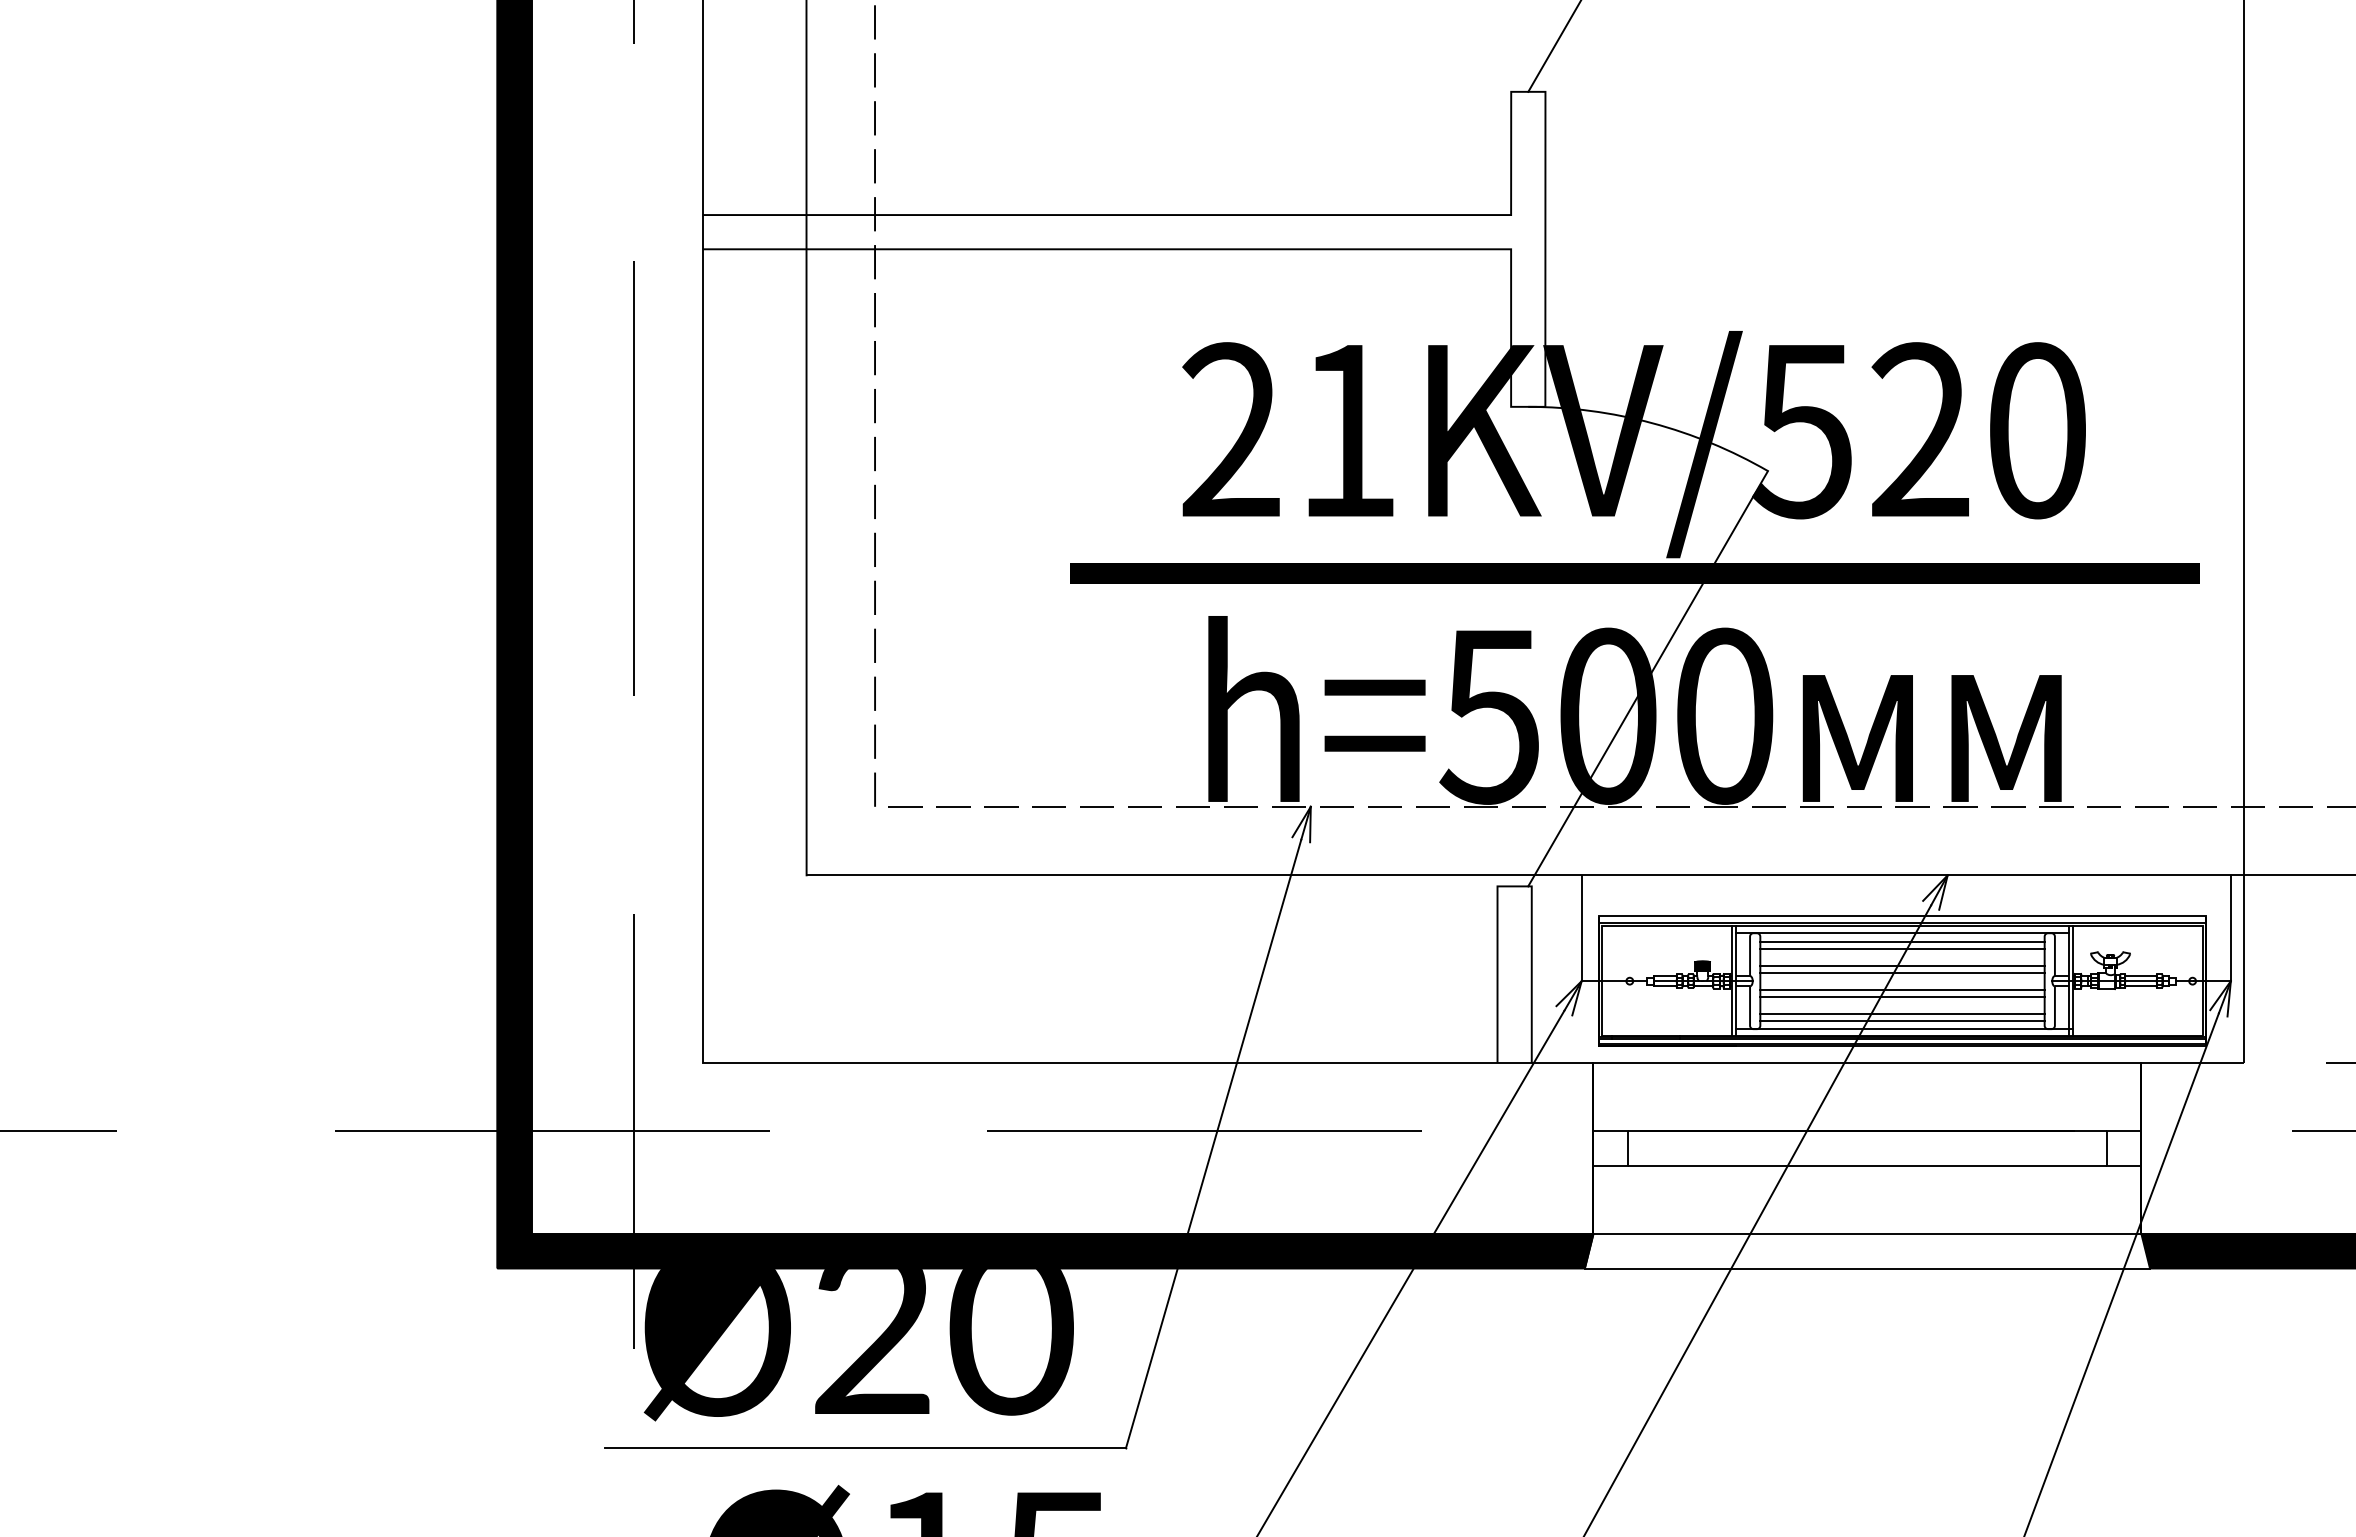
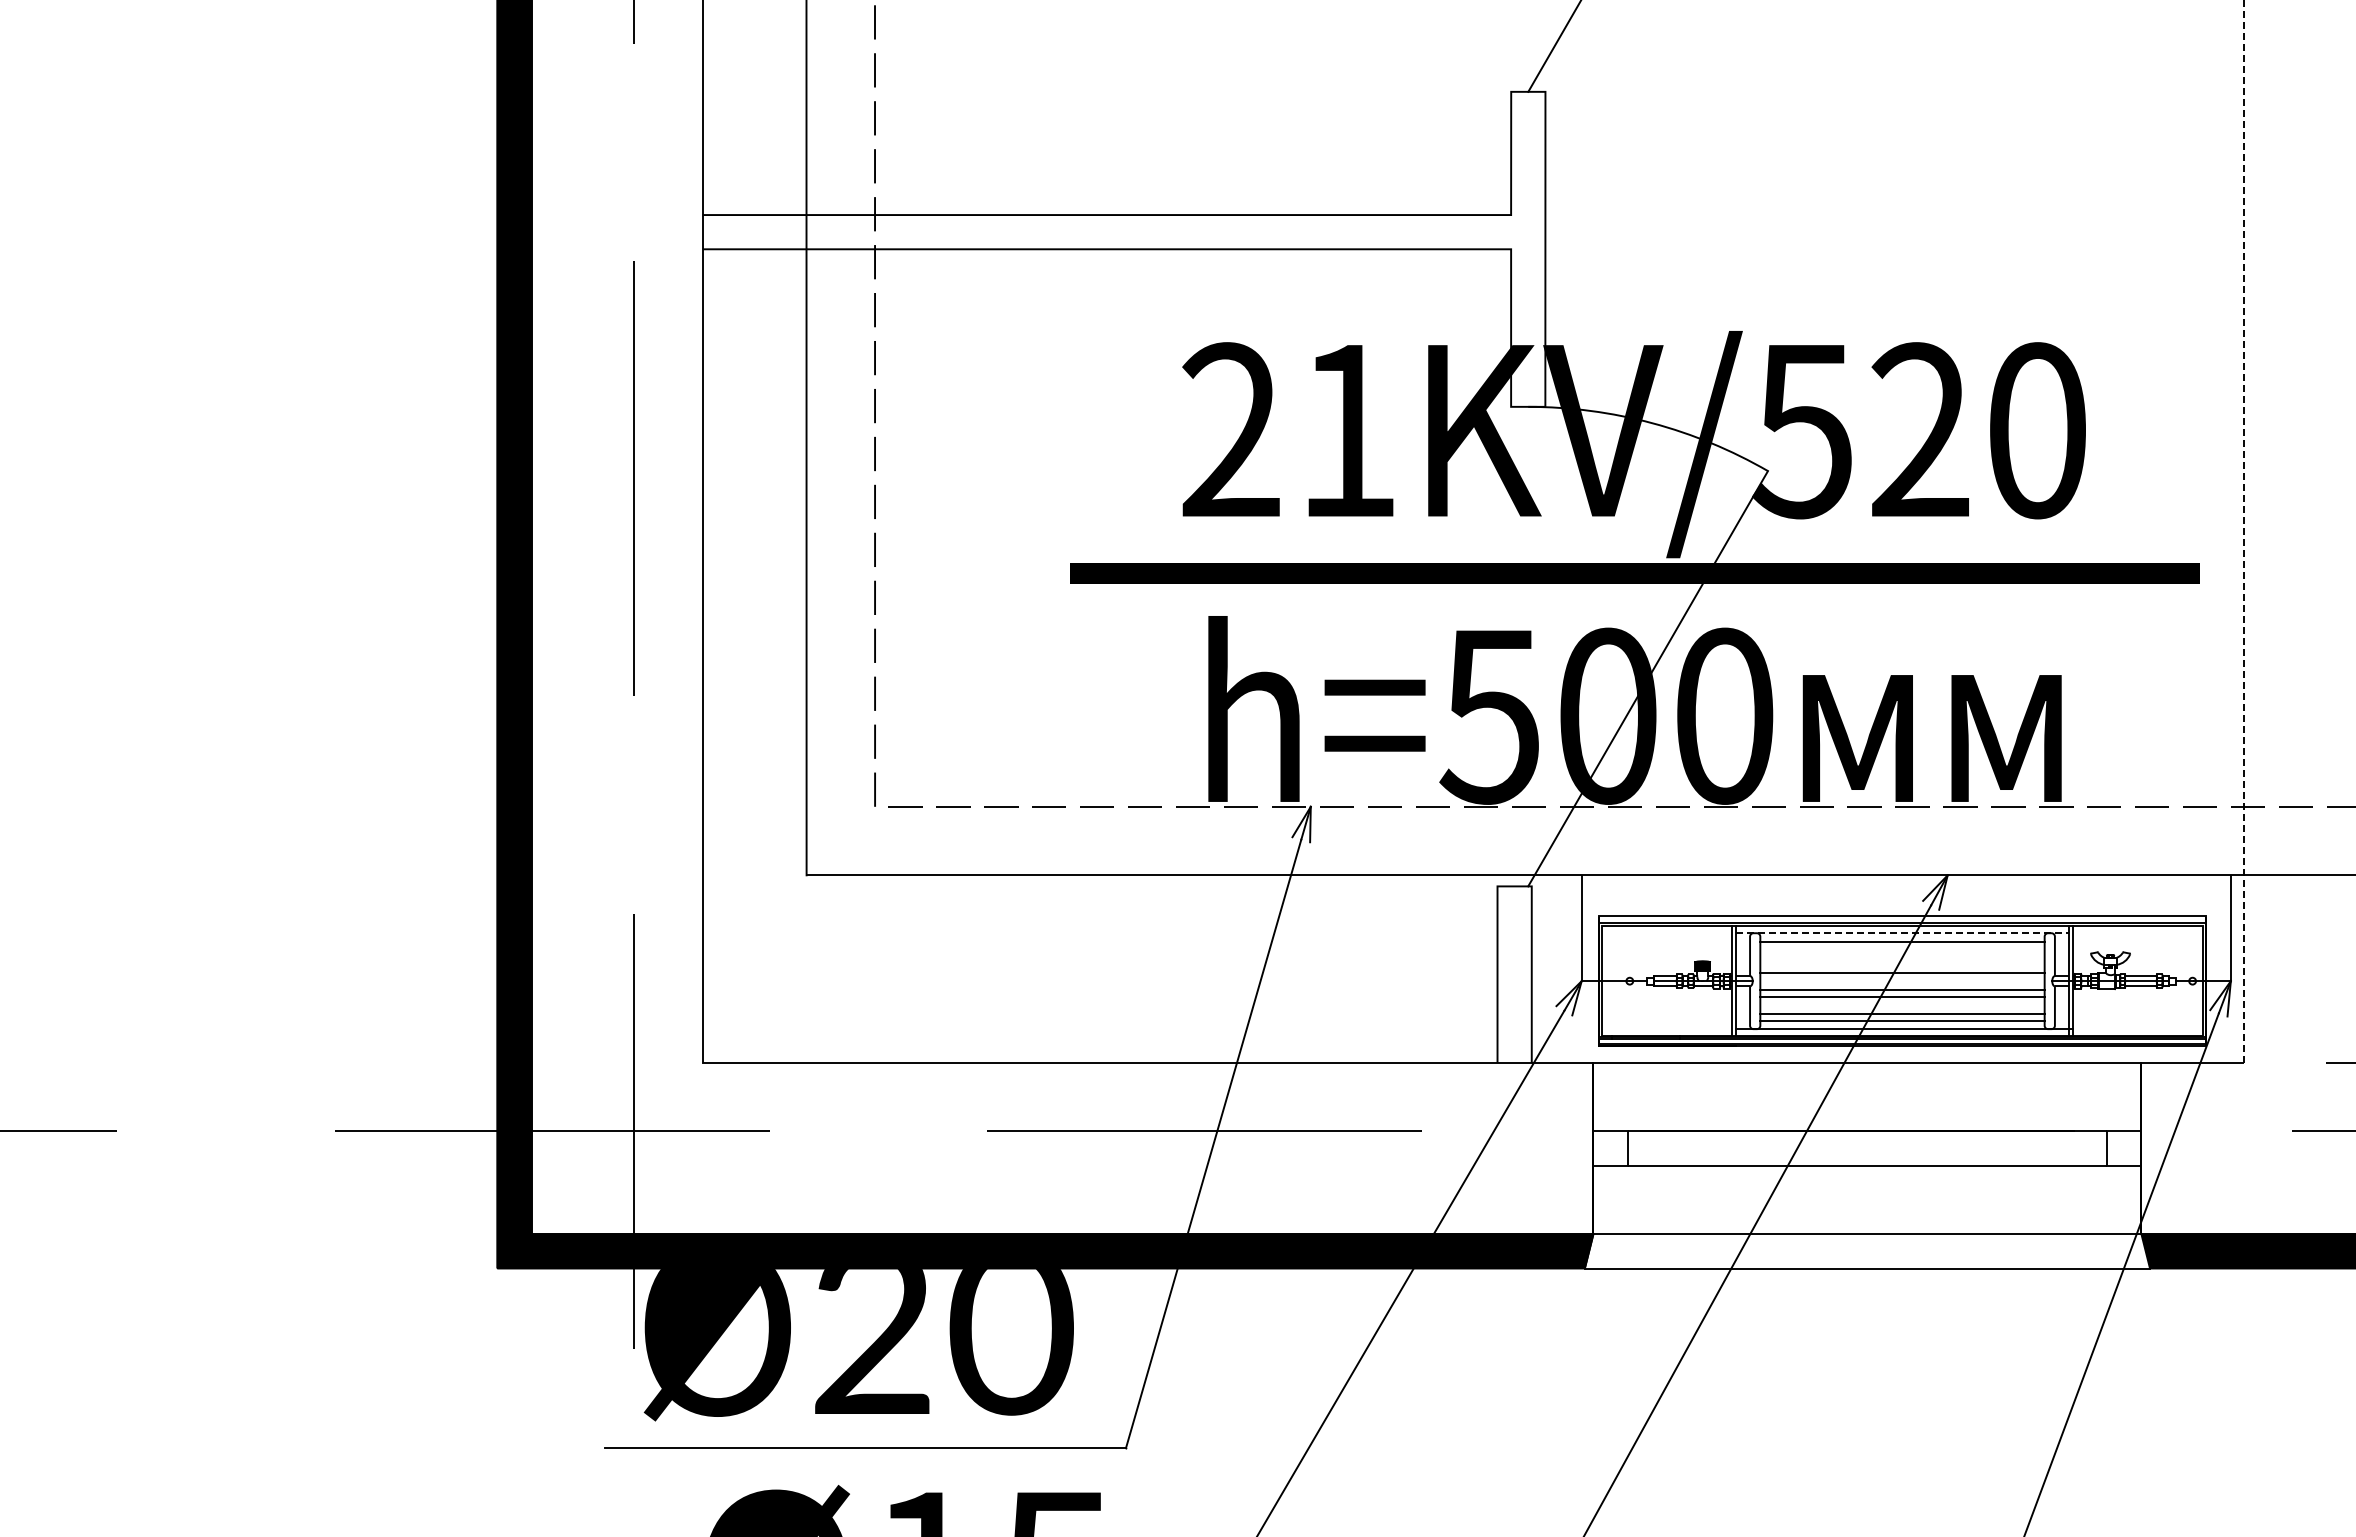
line at (2244, 531): solid -> dashed
line at (1902, 933): solid -> dashed
line at (1902, 948): present -> none
line at (1902, 965): present -> none
